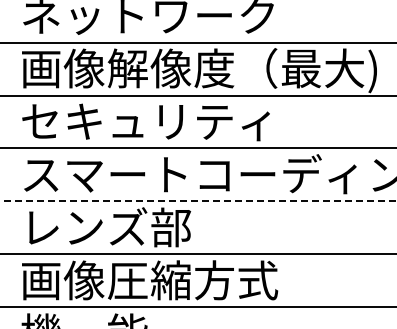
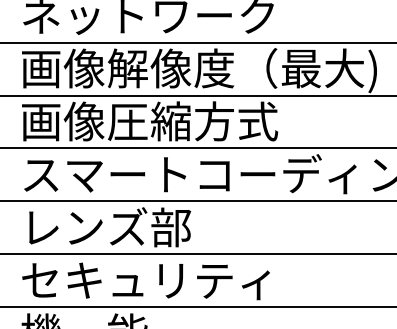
text at (150, 121): セキュリティ -> 画像圧縮方式
line at (198, 201): dashed -> solid
text at (150, 280): 画像圧縮方式 -> セキュリティ
